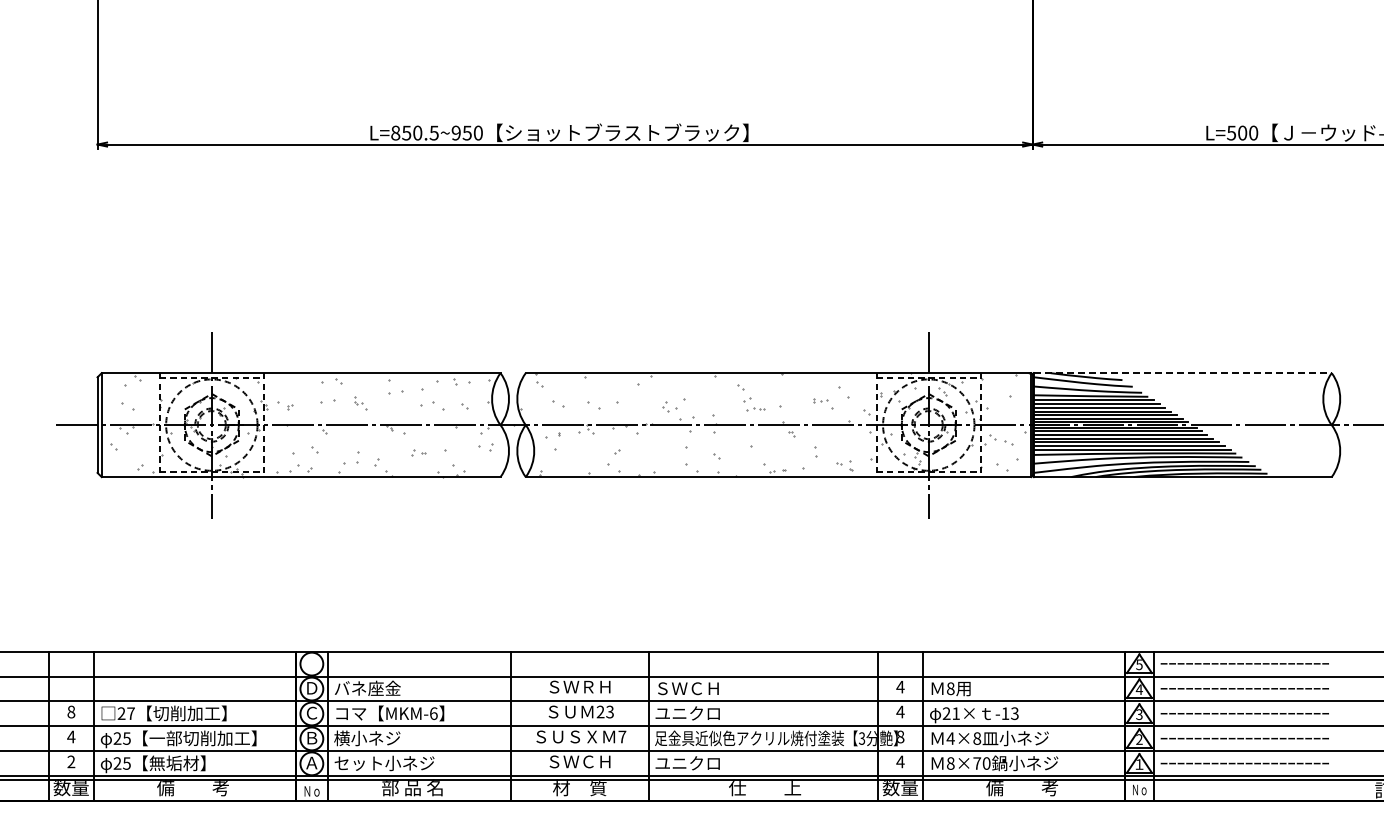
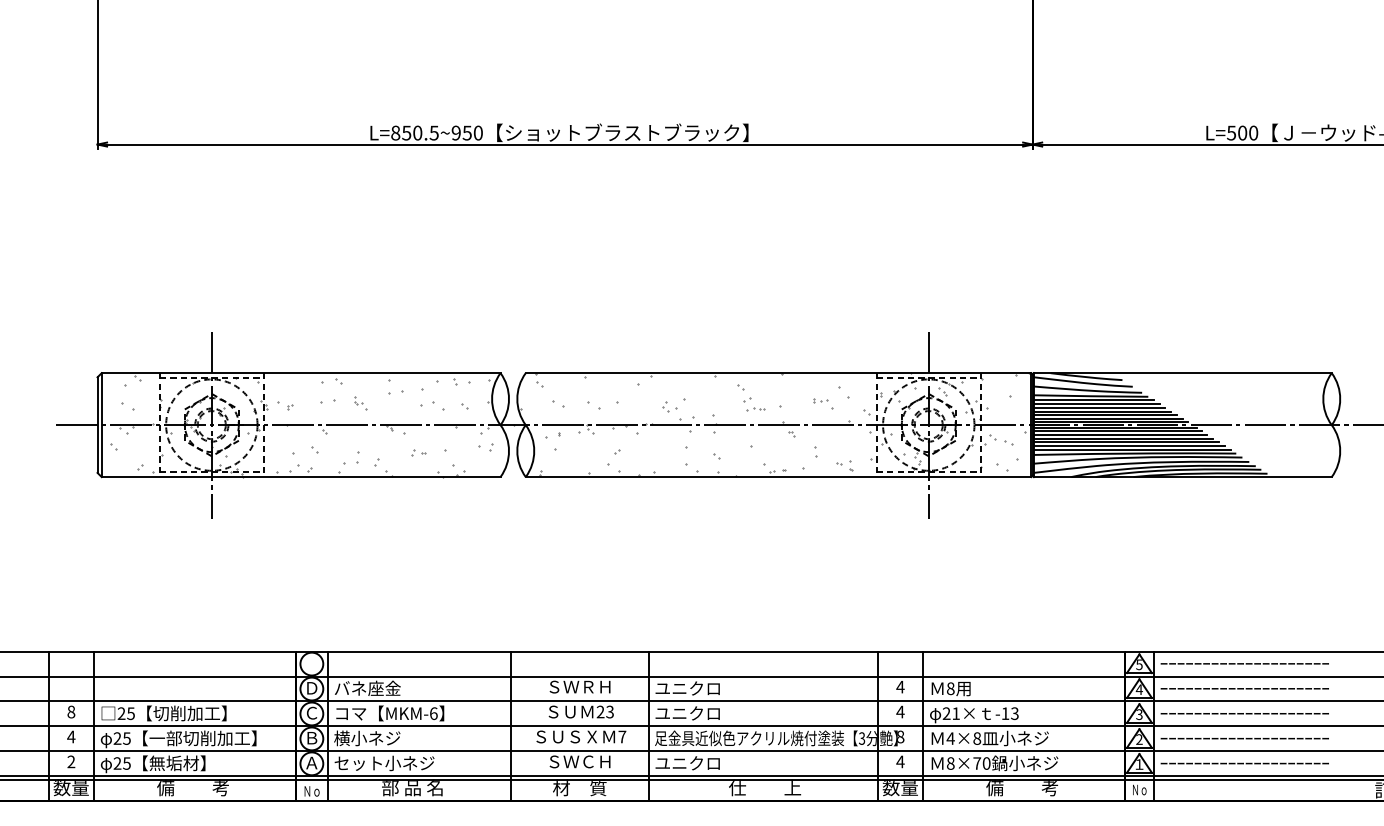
line at (1182, 373): dashed -> solid
text at (687, 688): ＳＷＣＨ -> ユニクロ
text at (130, 713): 27 -> 25
